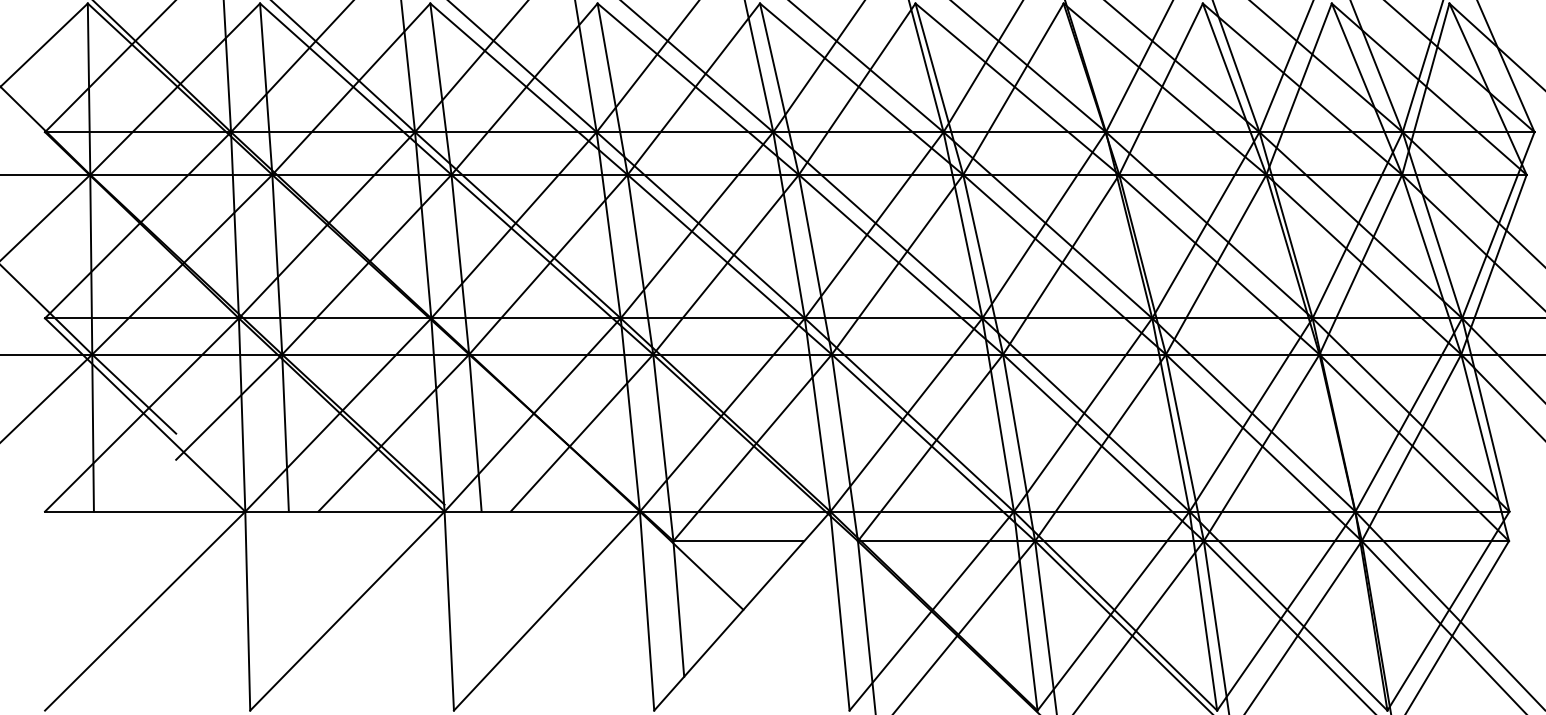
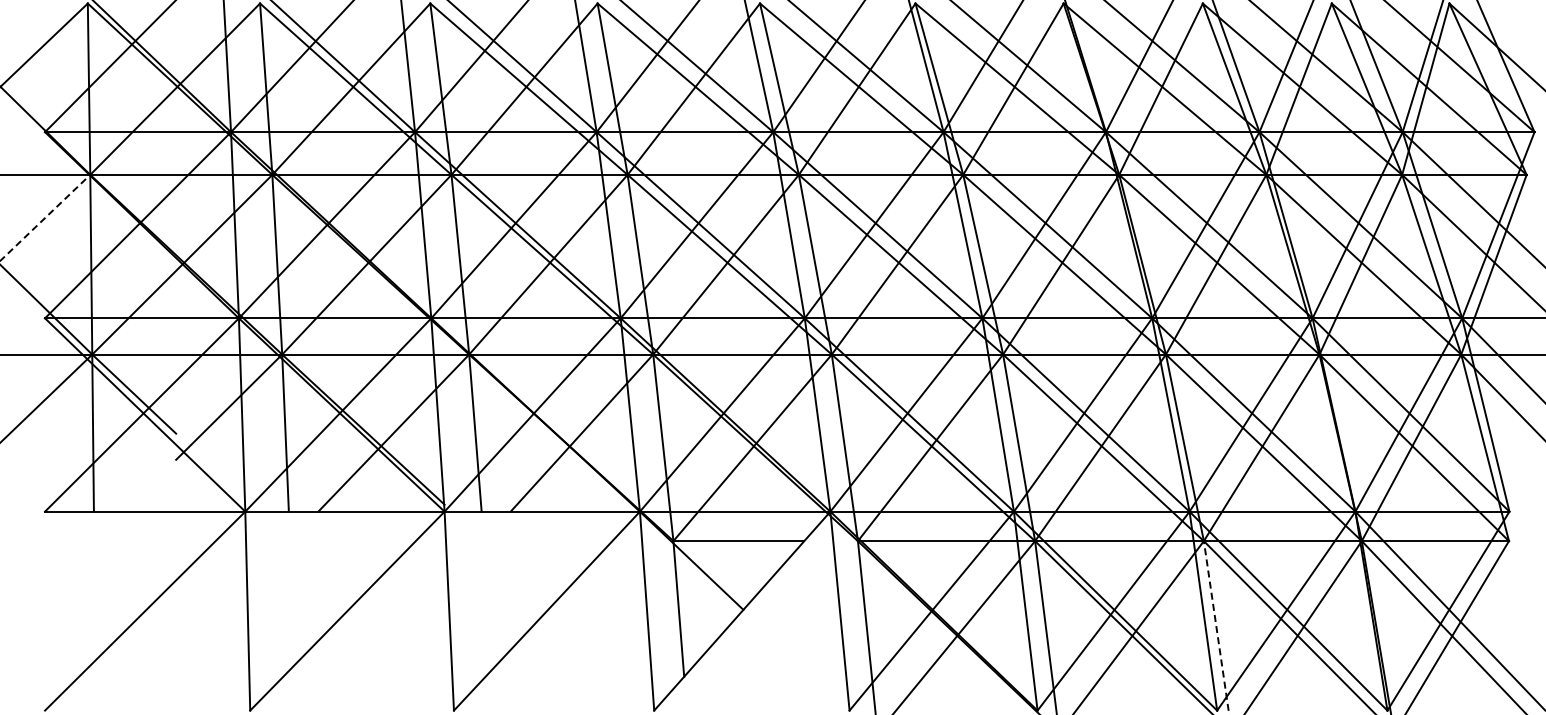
line at (45, 217): solid -> dashed
line at (1216, 627): solid -> dashed
